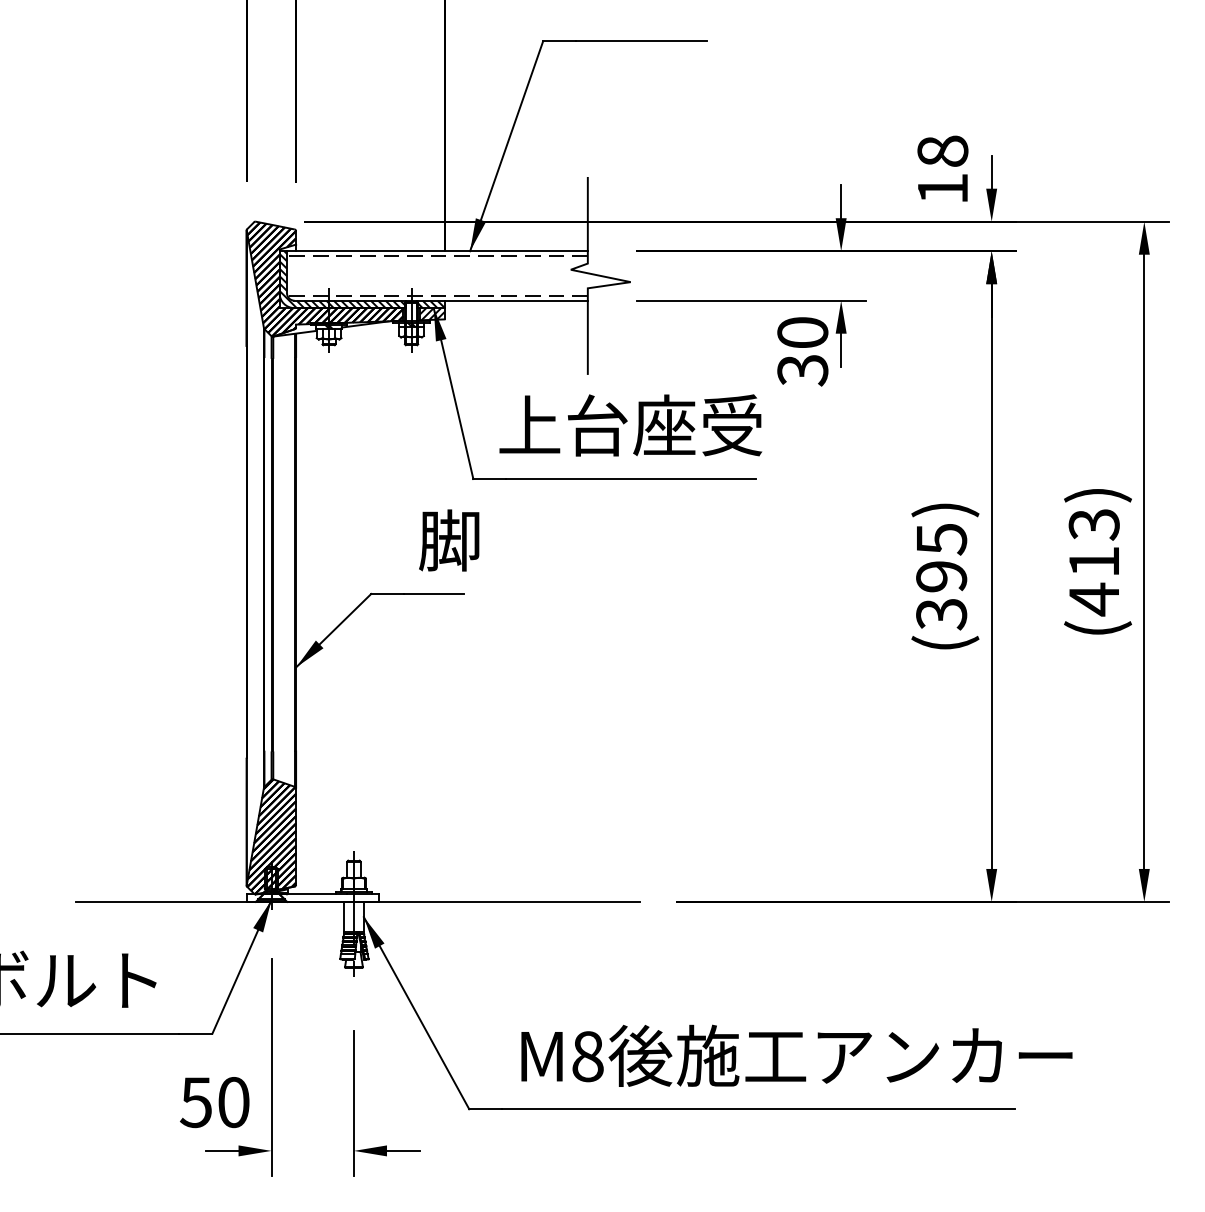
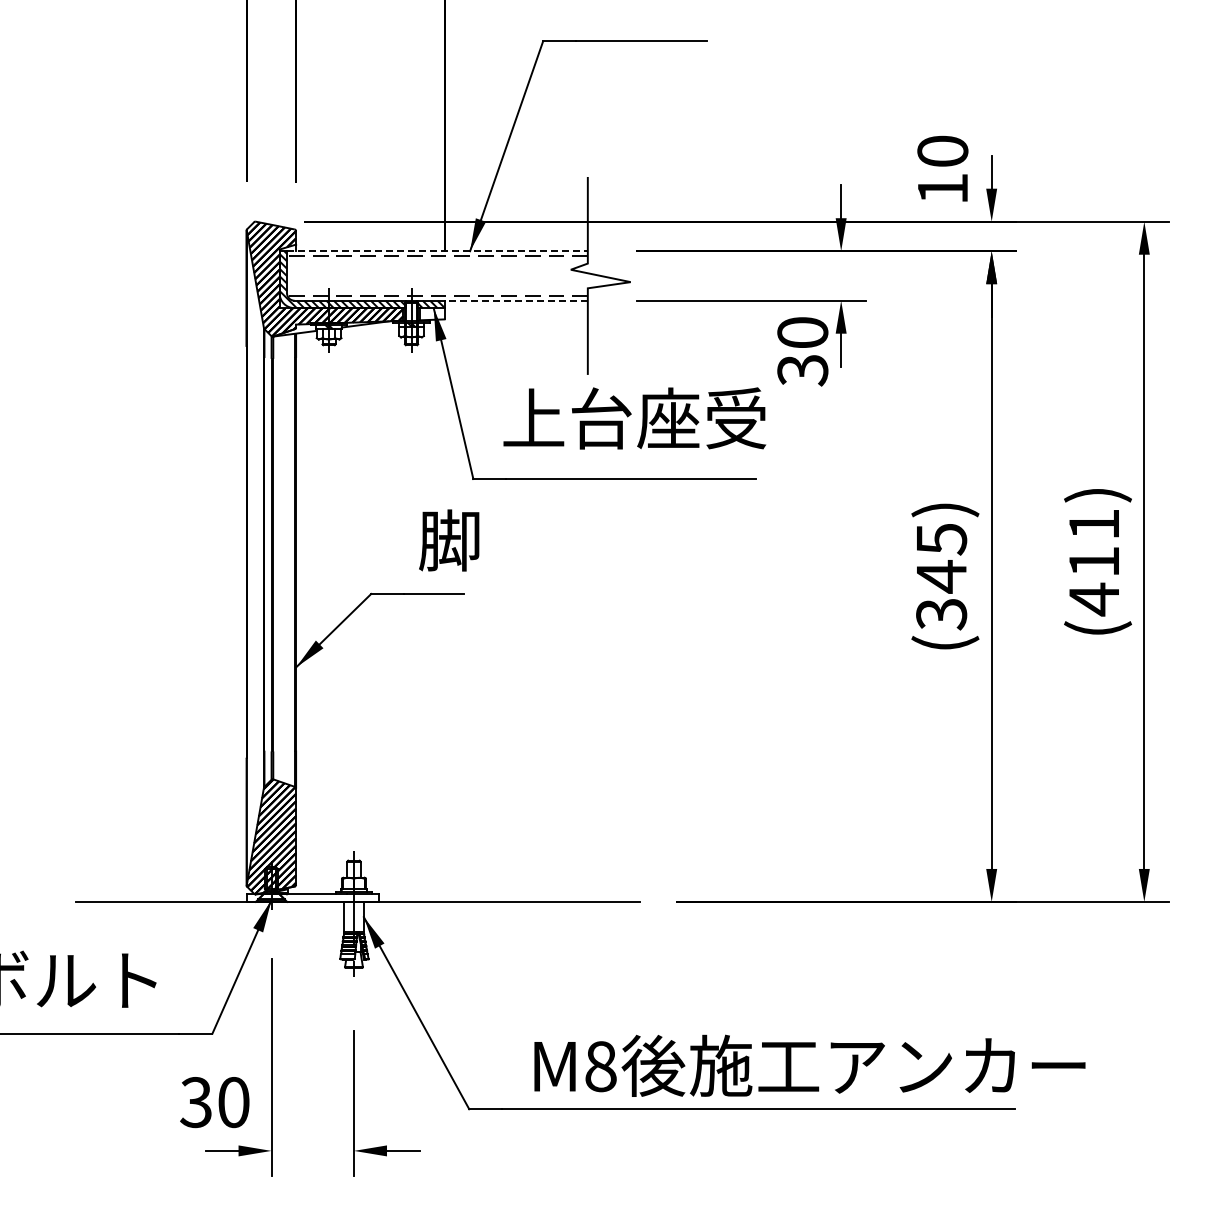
text at (942, 150): 18 -> 10
line at (437, 251): solid -> dashed
line at (516, 300): solid -> dashed
hatch at (431, 314): present -> none
text at (630, 425) position: (630, 425) -> (634, 418)
text at (1093, 524): (413) -> (411)
text at (941, 576): (395) -> (345)
text at (796, 1055) position: (796, 1055) -> (809, 1065)
text at (195, 1102): 50 -> 30
